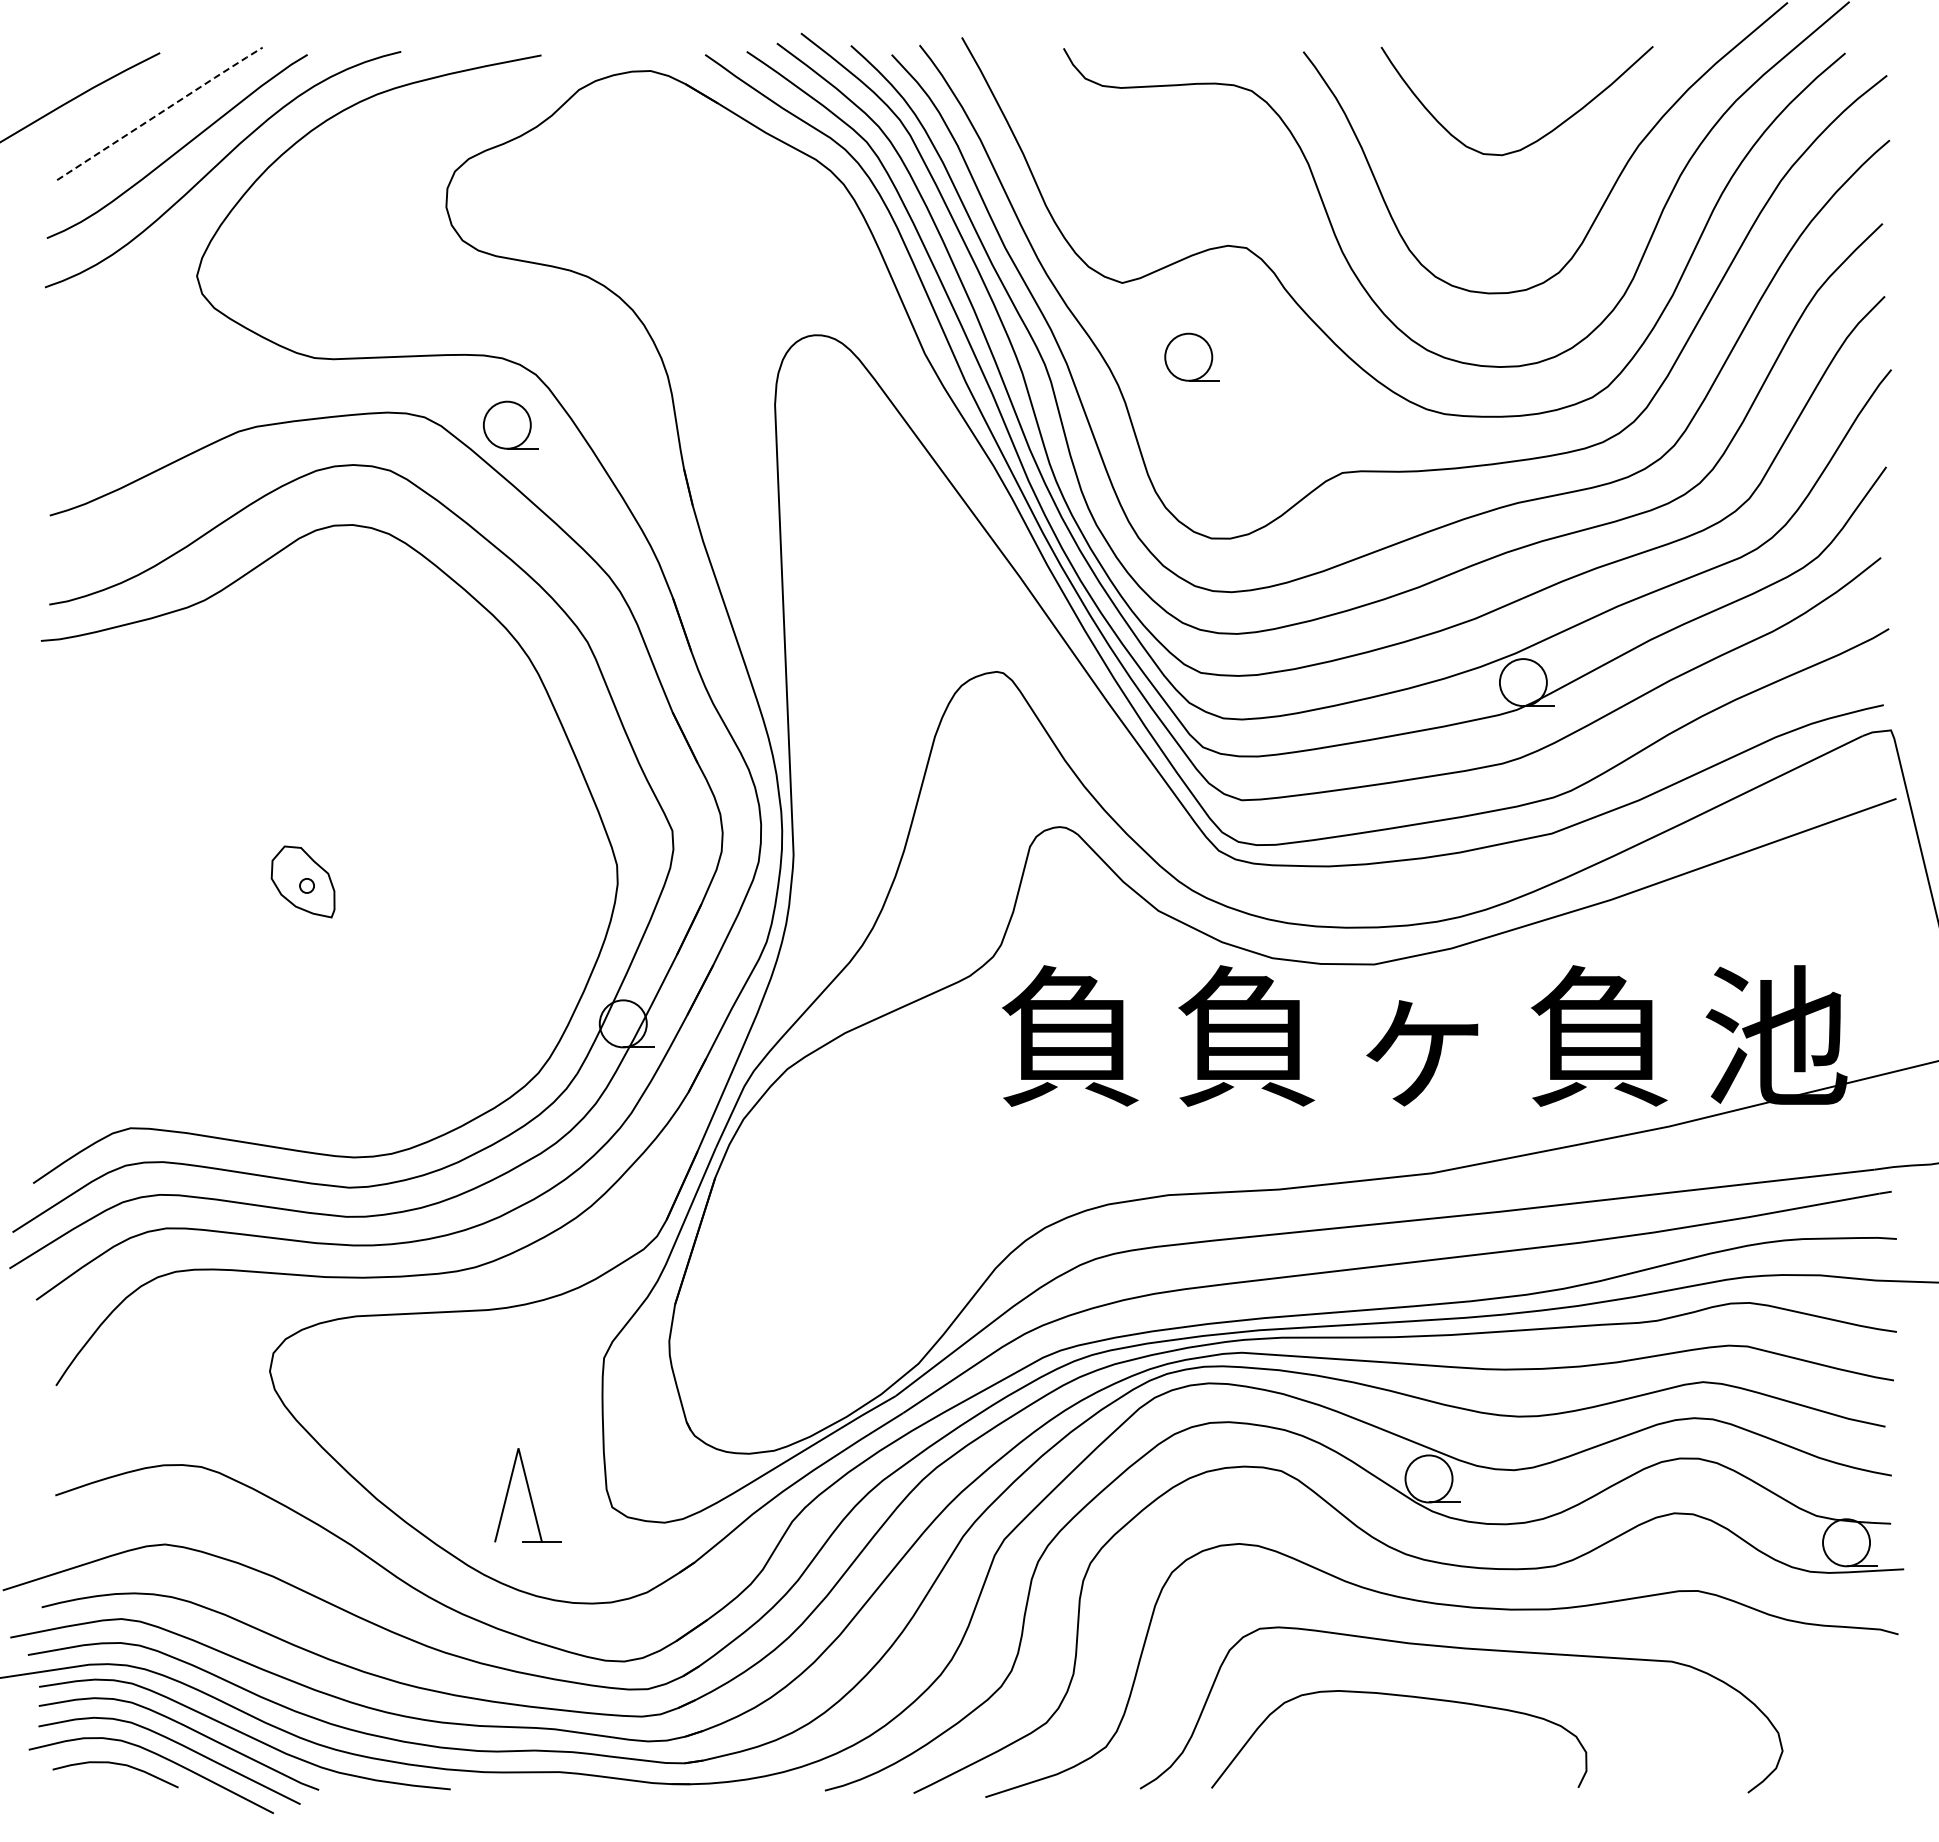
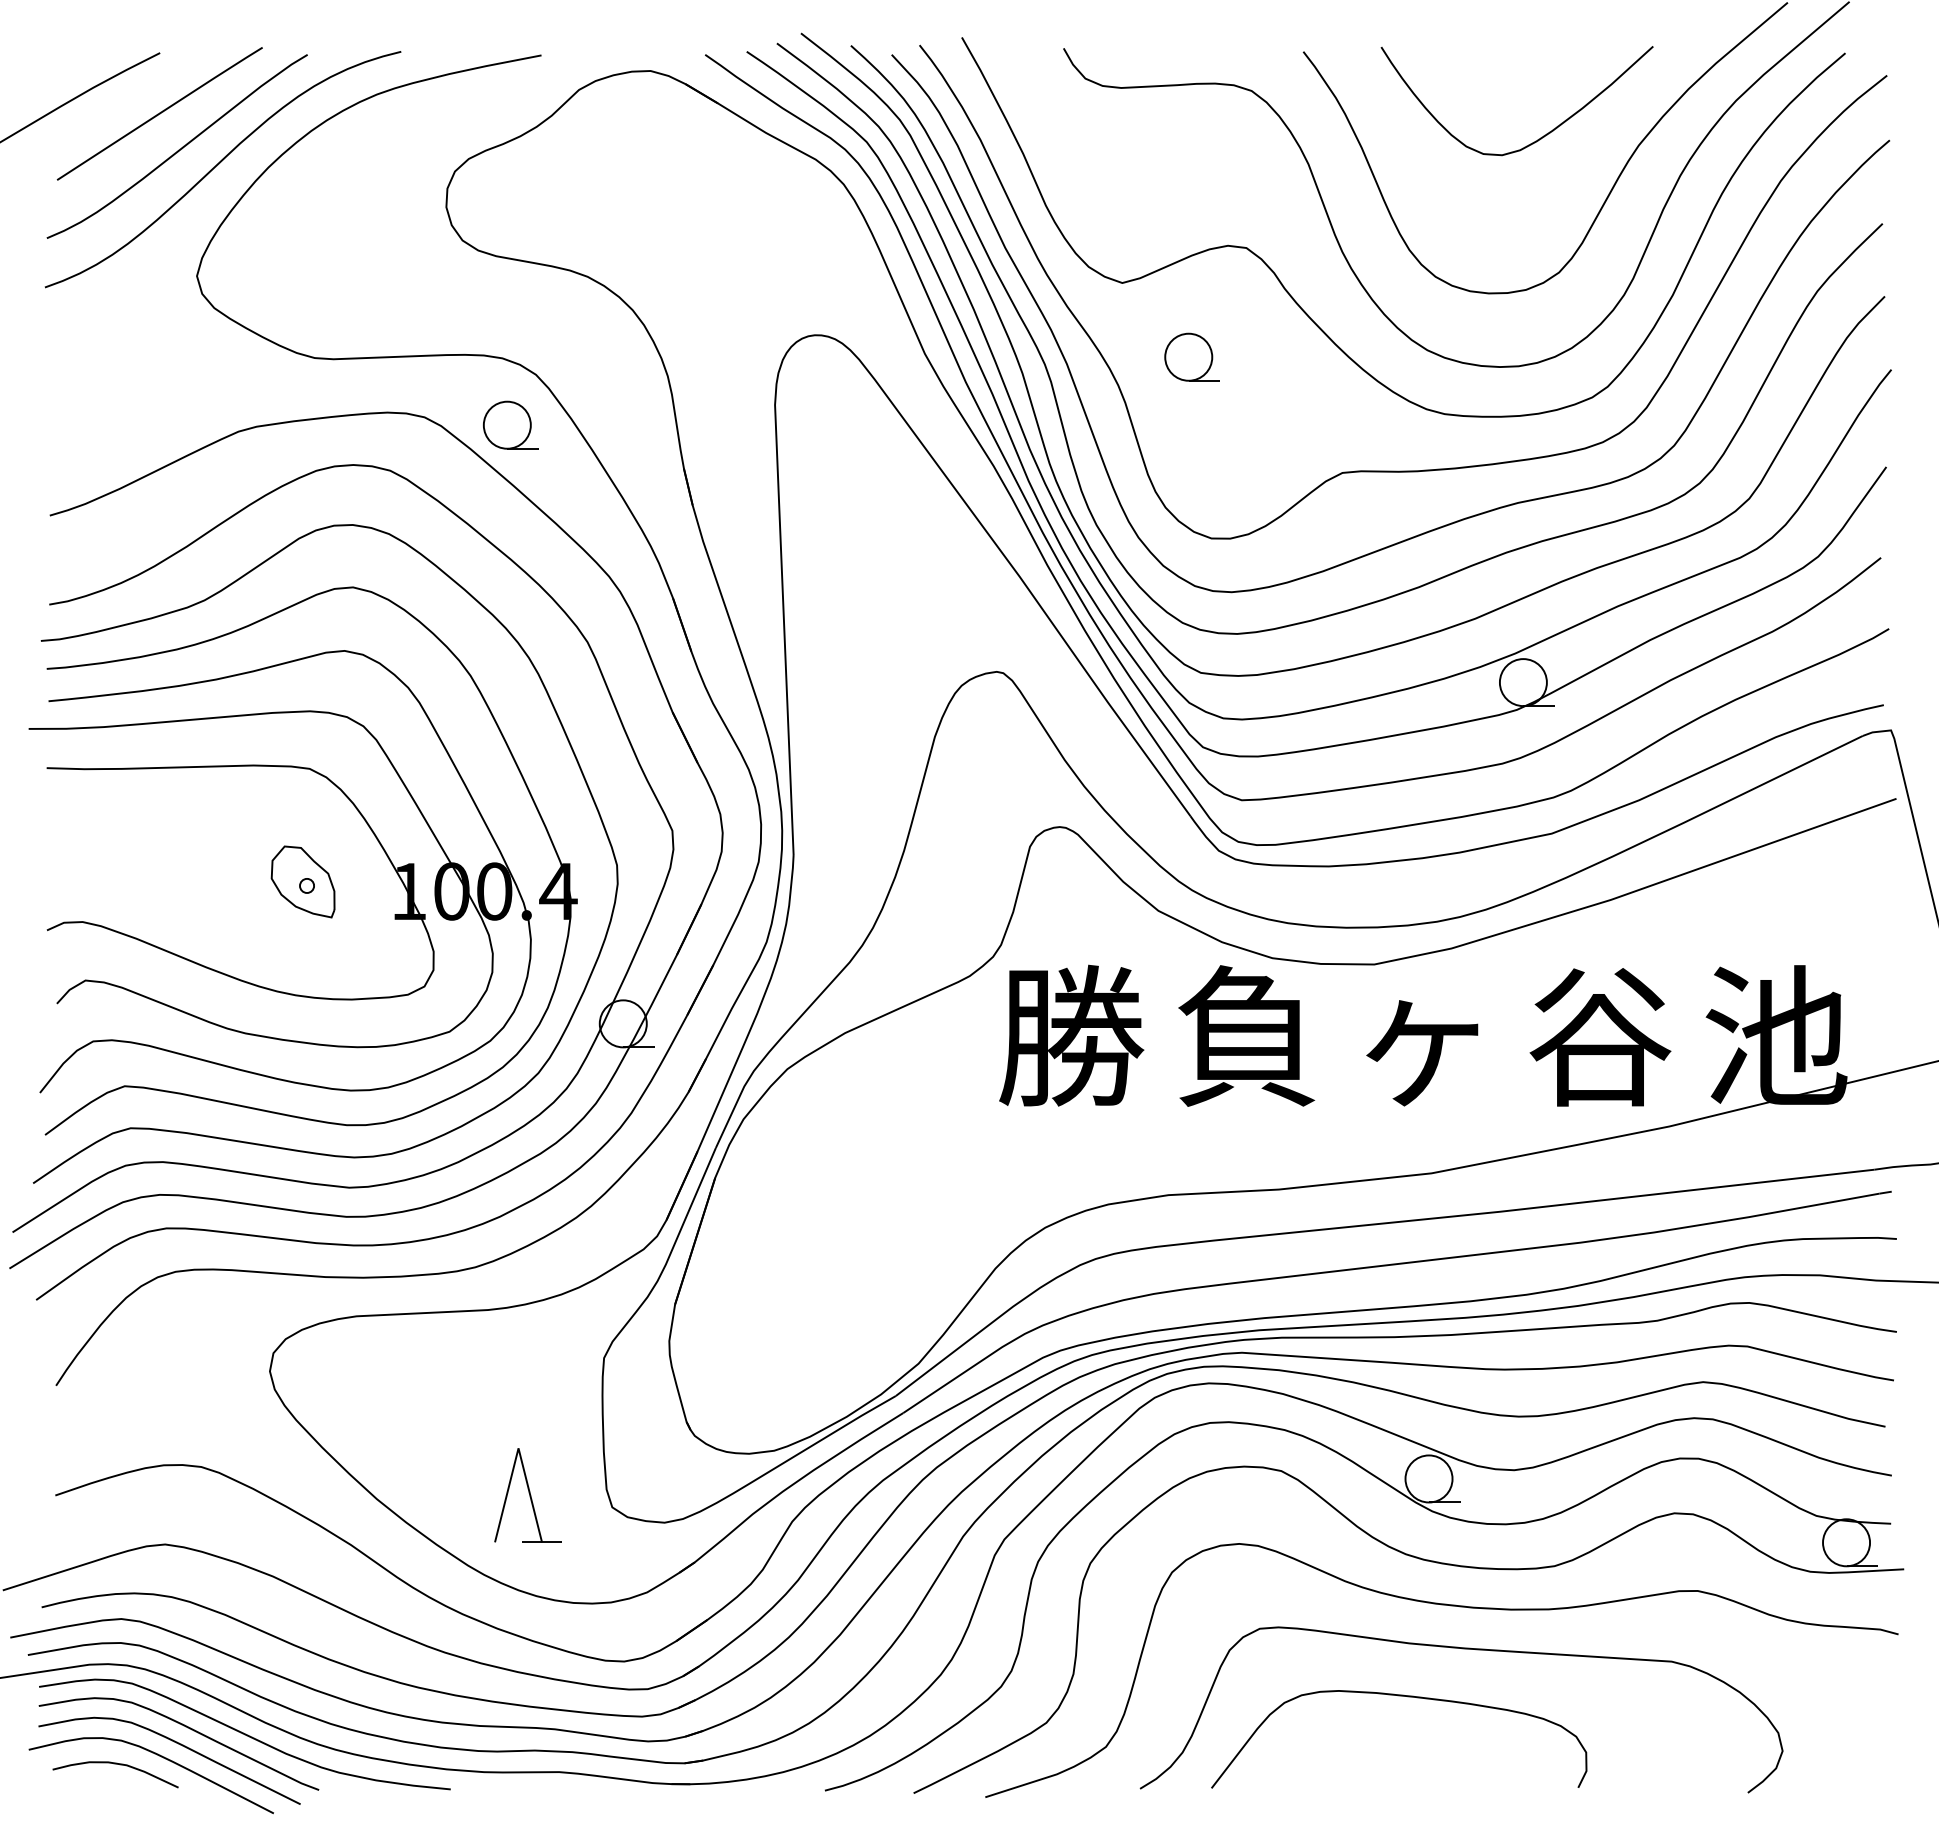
line at (160, 112): dashed -> solid
part at (360, 815): none -> present
text at (1071, 1035): 負 -> 勝
text at (1600, 1035): 負 -> 谷
